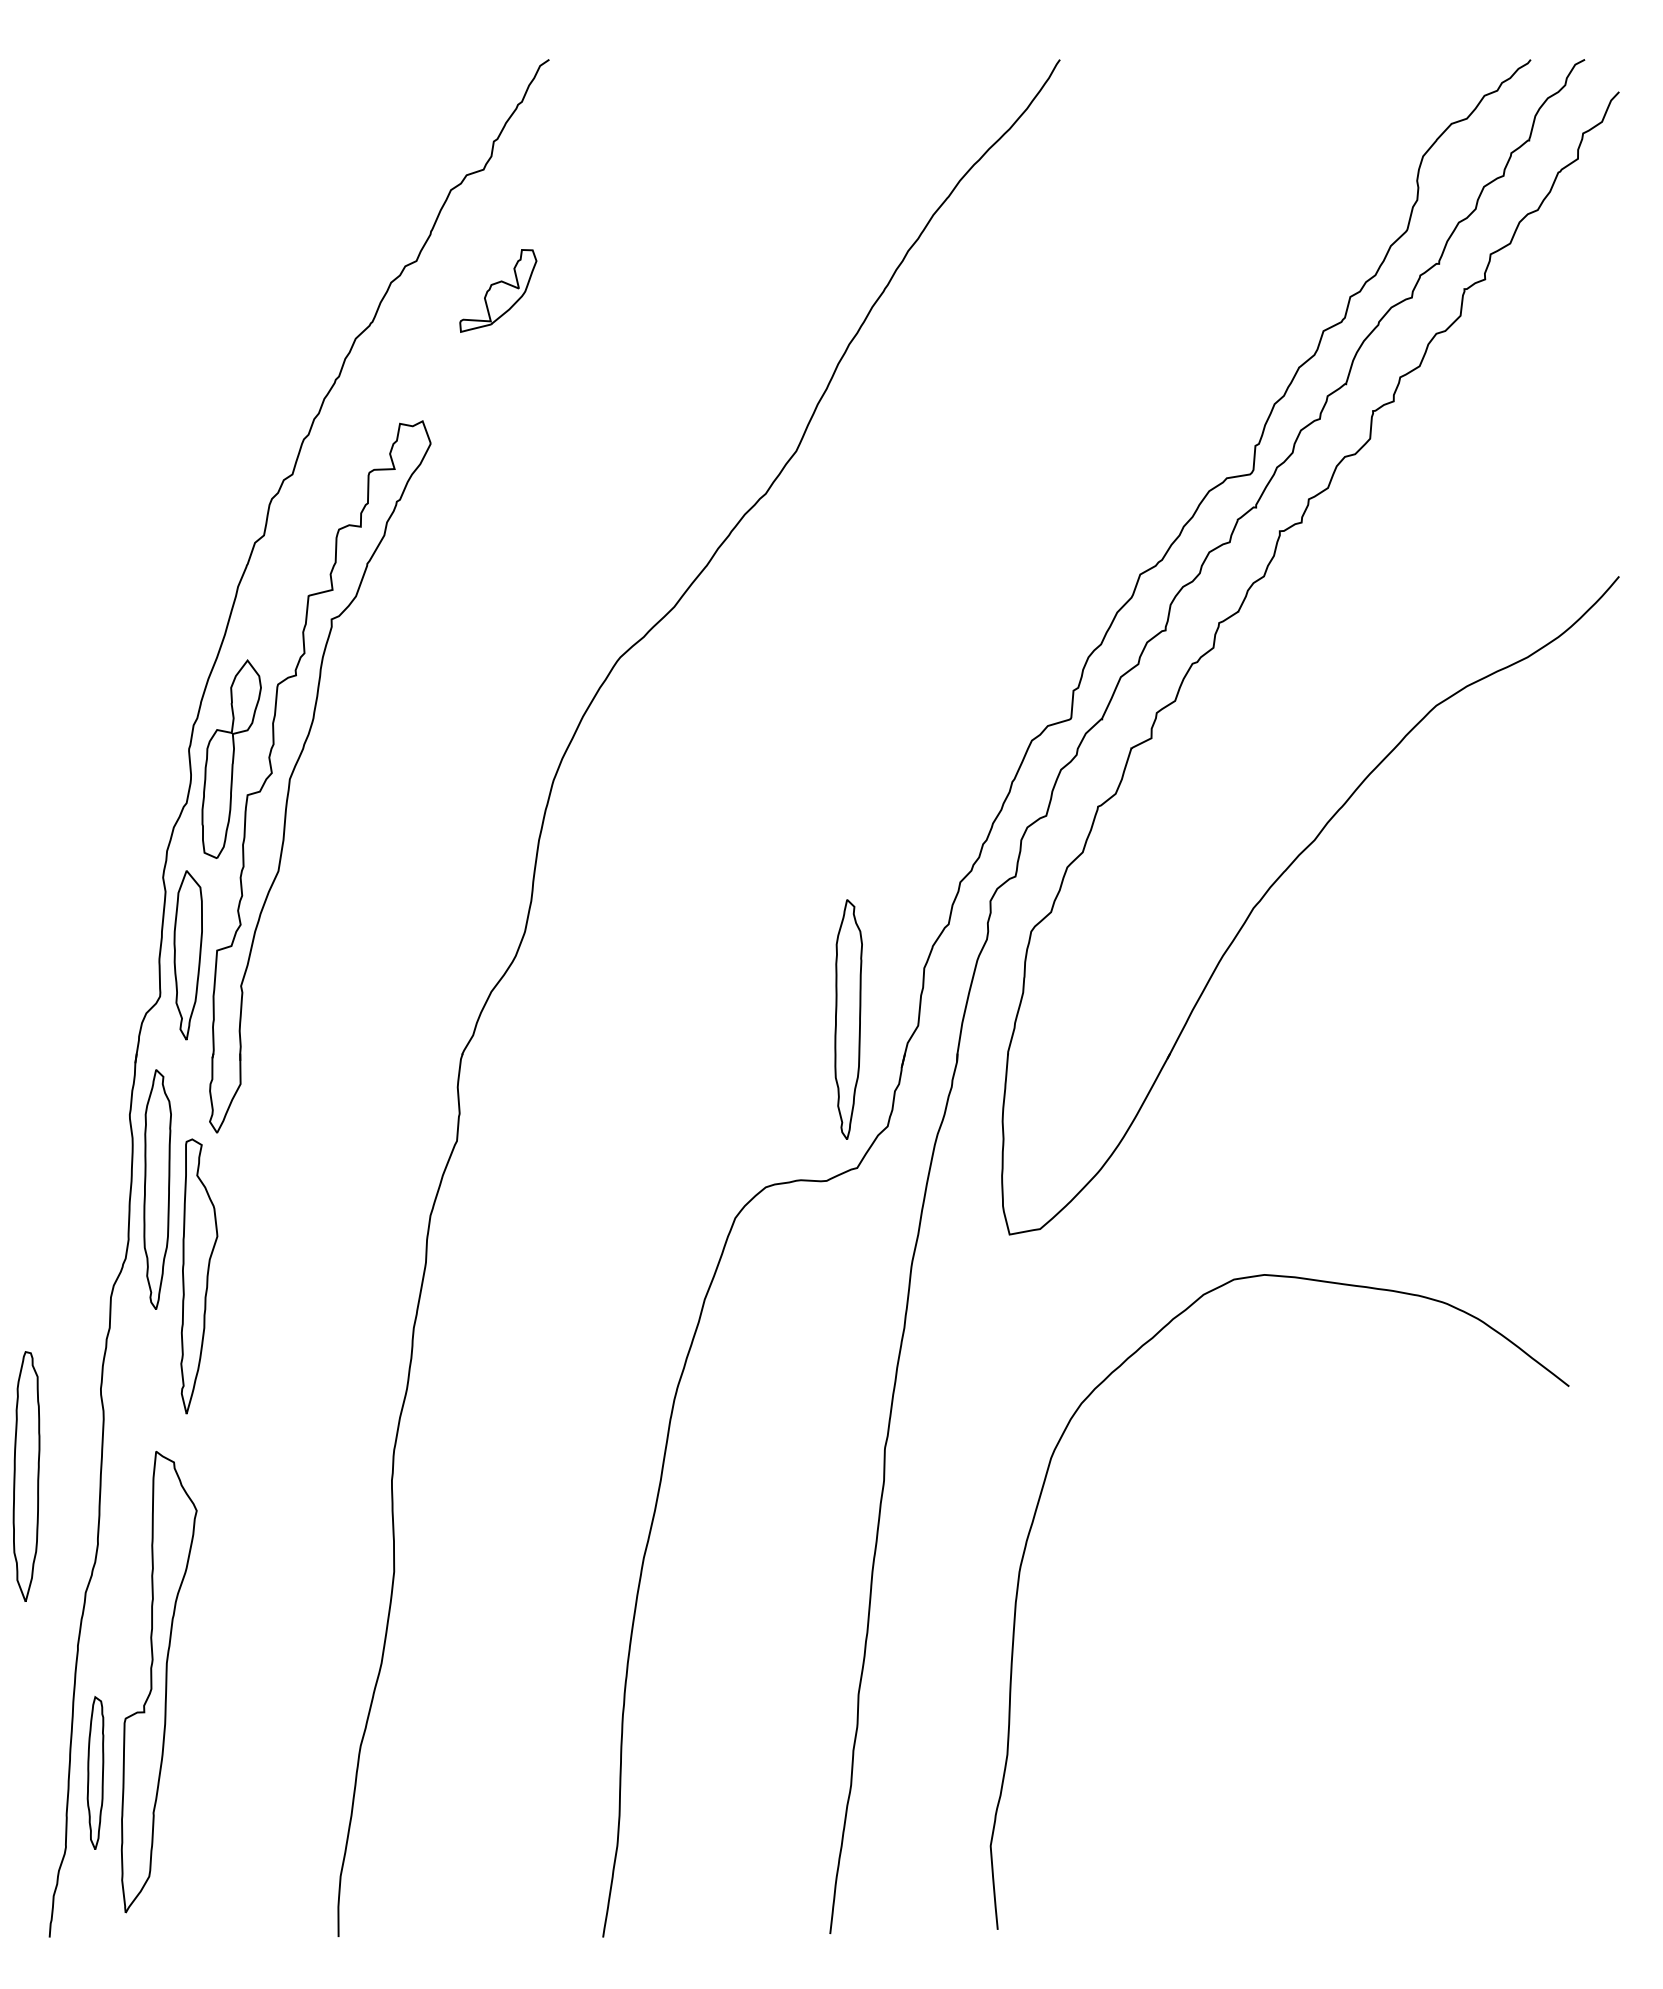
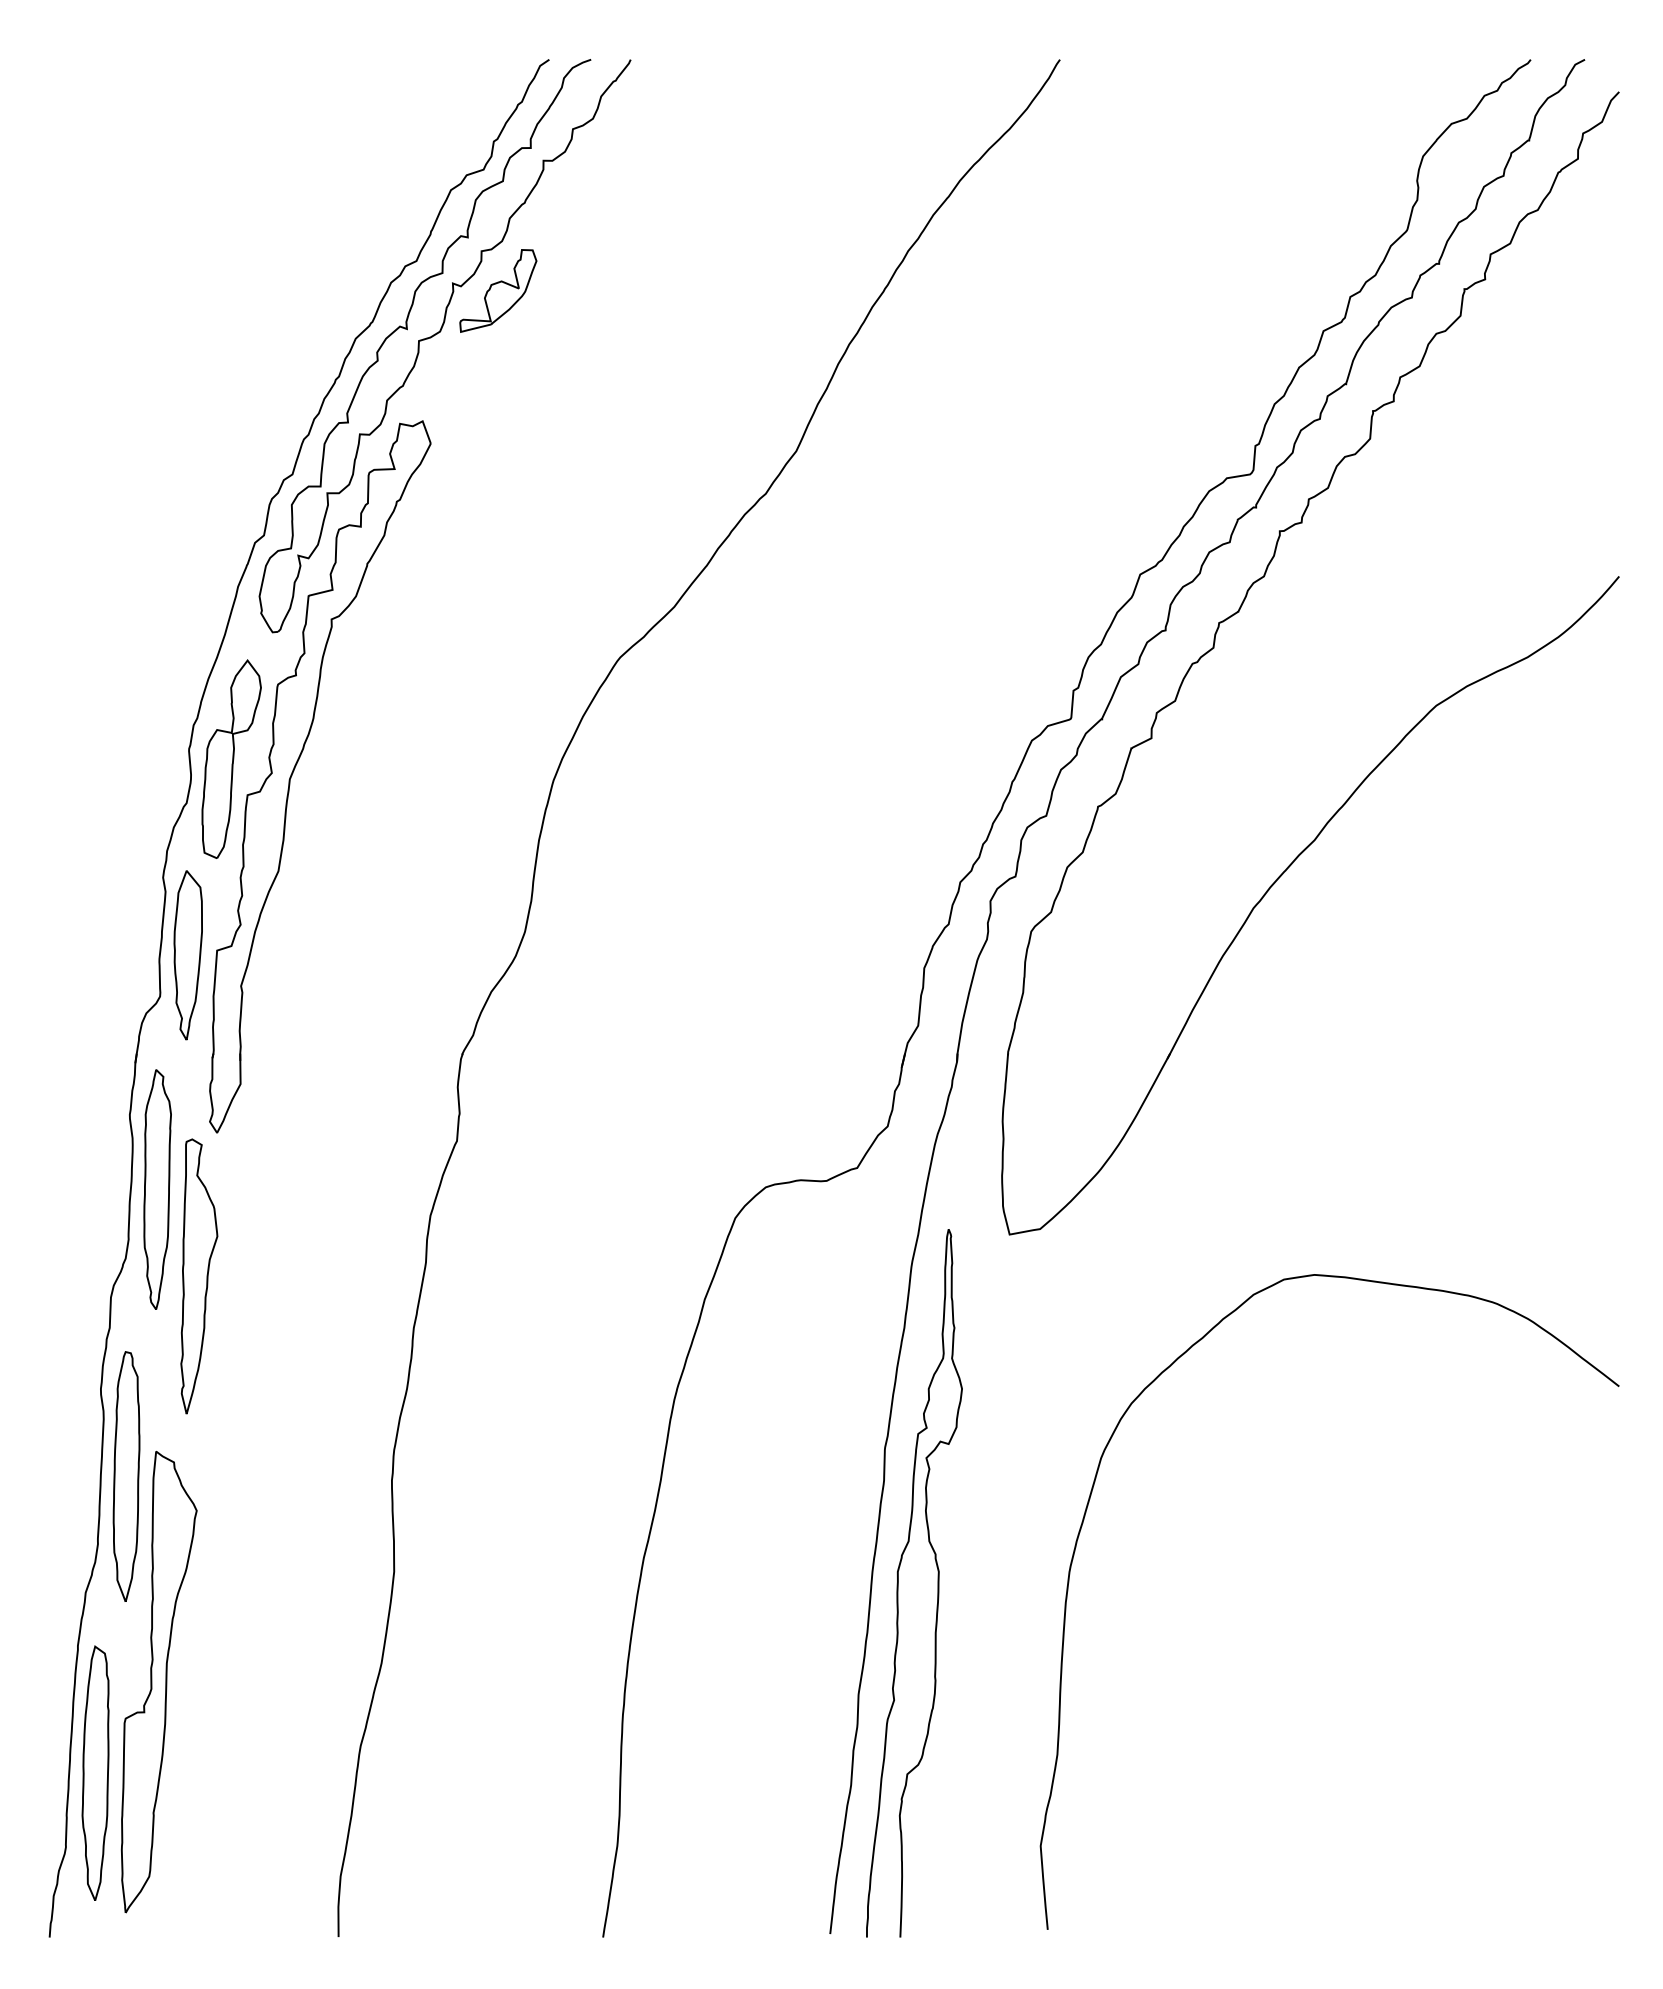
part at (437, 334): none -> present
part at (848, 1019): present -> none
part at (26, 1476) position: (26, 1476) -> (126, 1476)
curve at (1034, 1520) position: (1034, 1520) -> (1084, 1520)
curve at (898, 1583): none -> present
part at (95, 1772) size: 19x154 px -> 29x256 px
